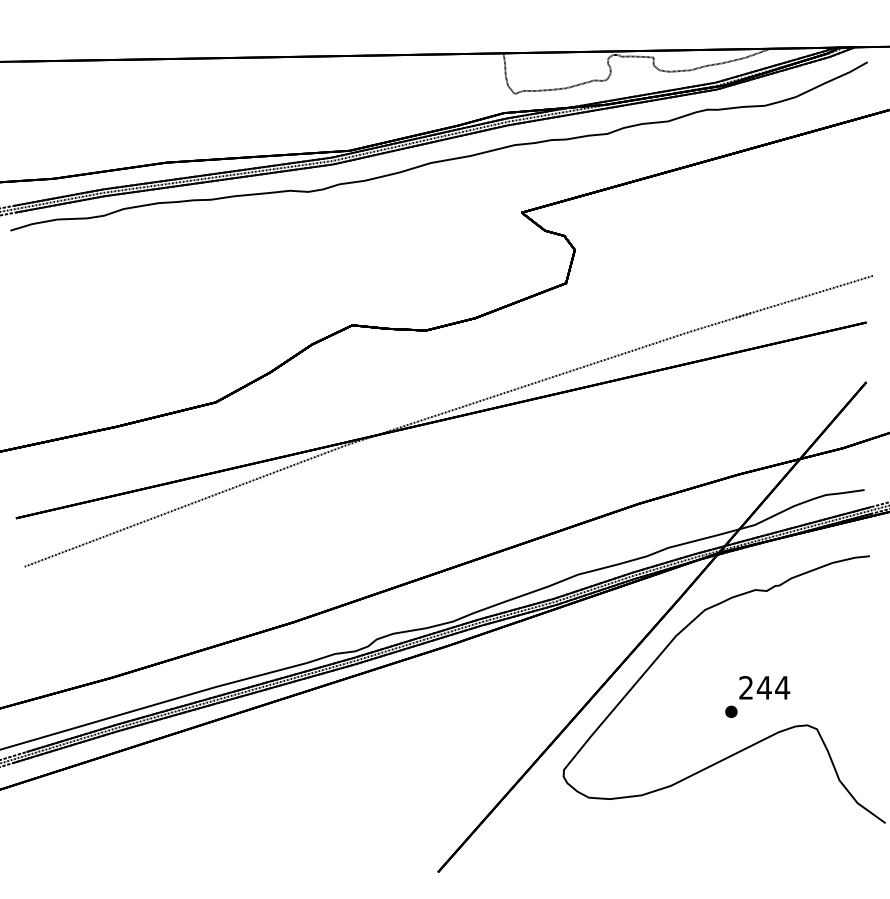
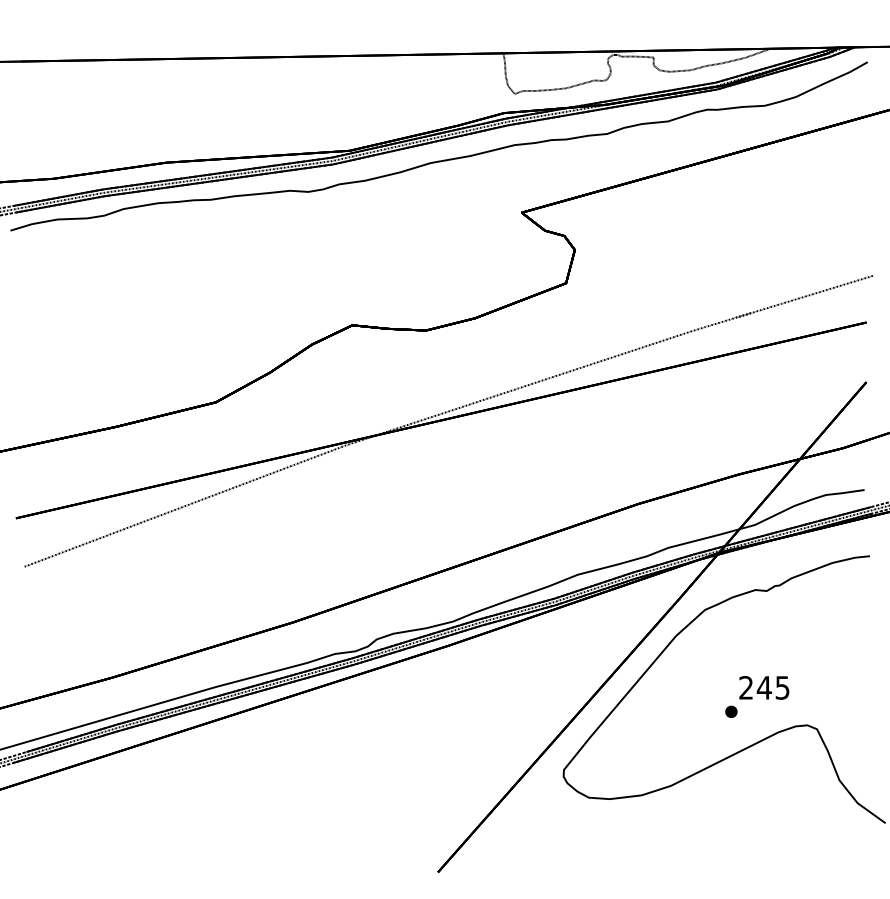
text at (782, 687): 244 -> 245
